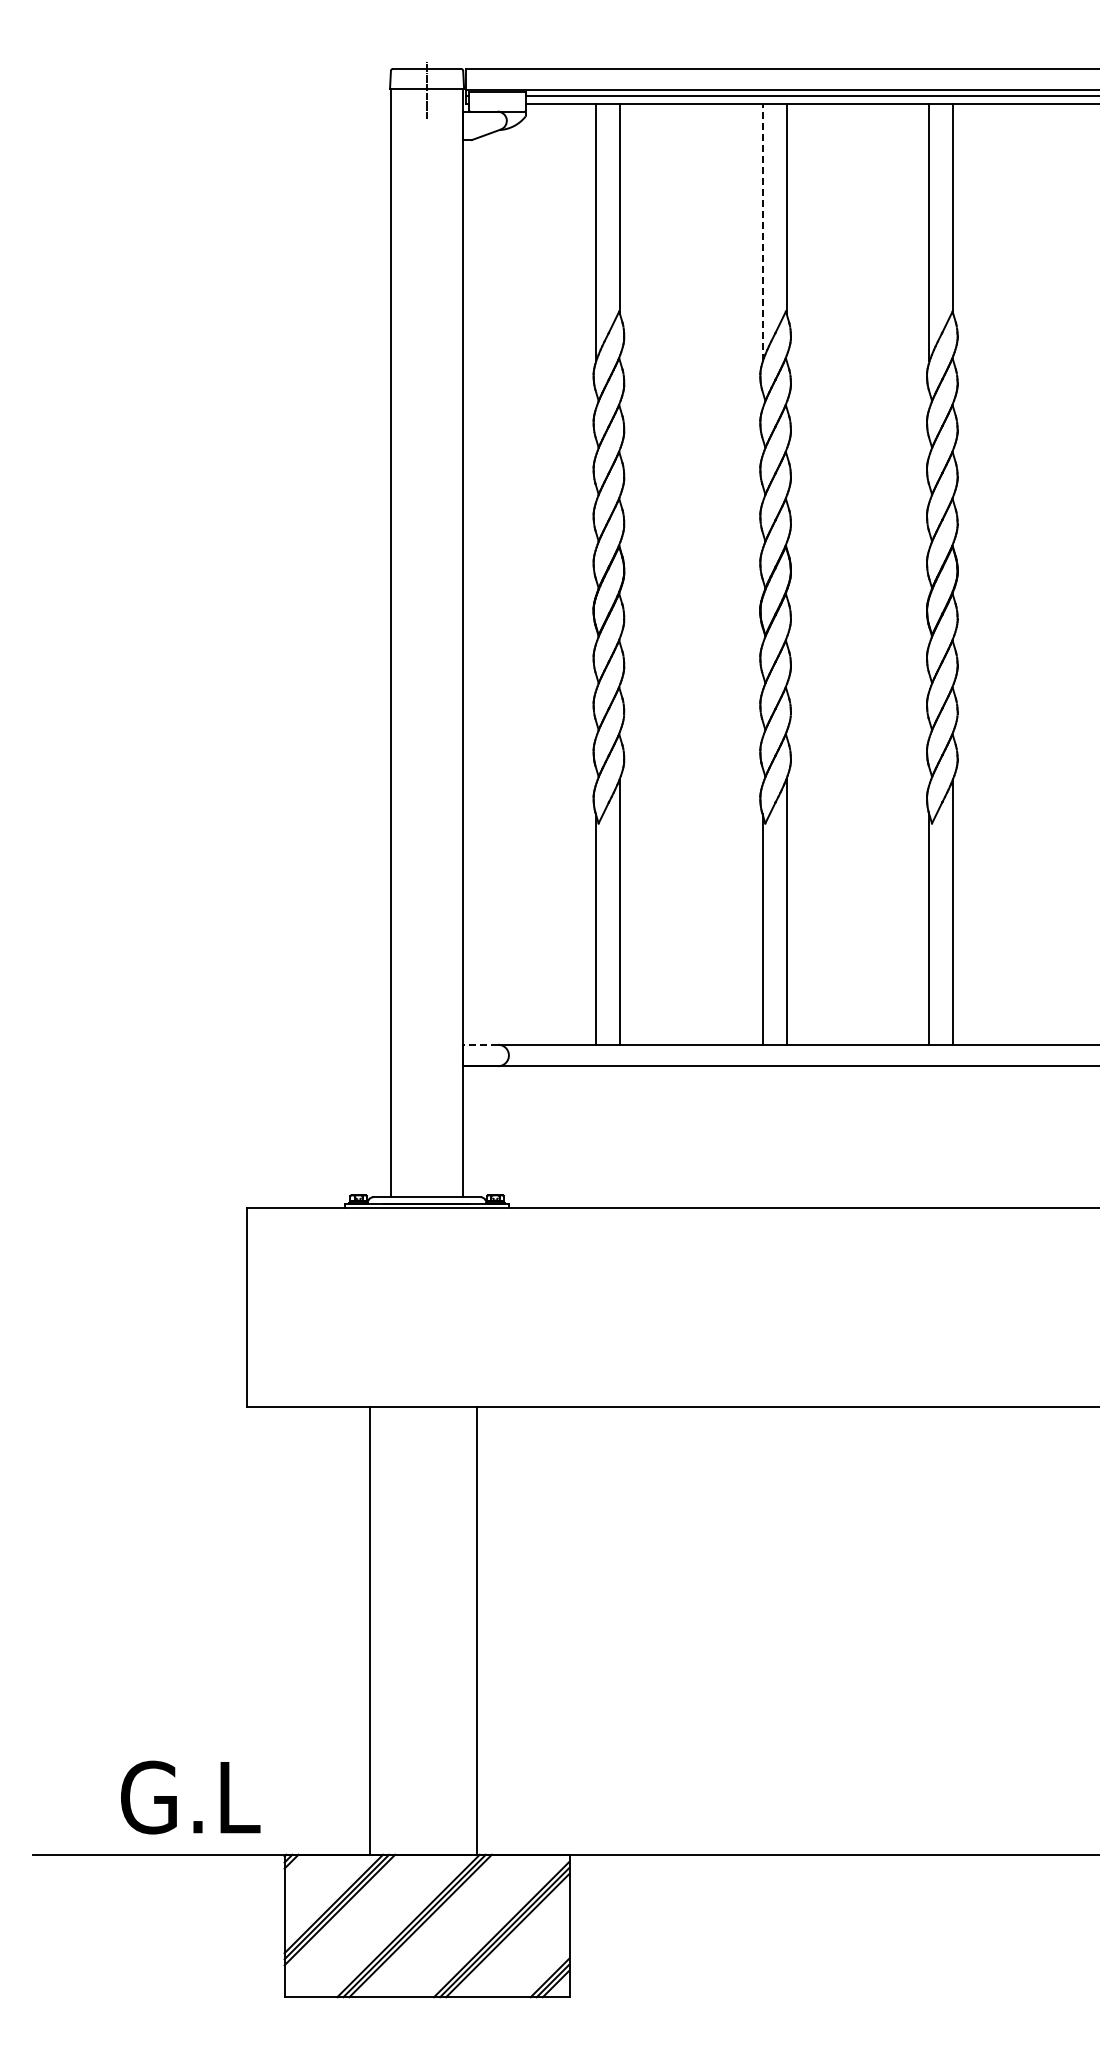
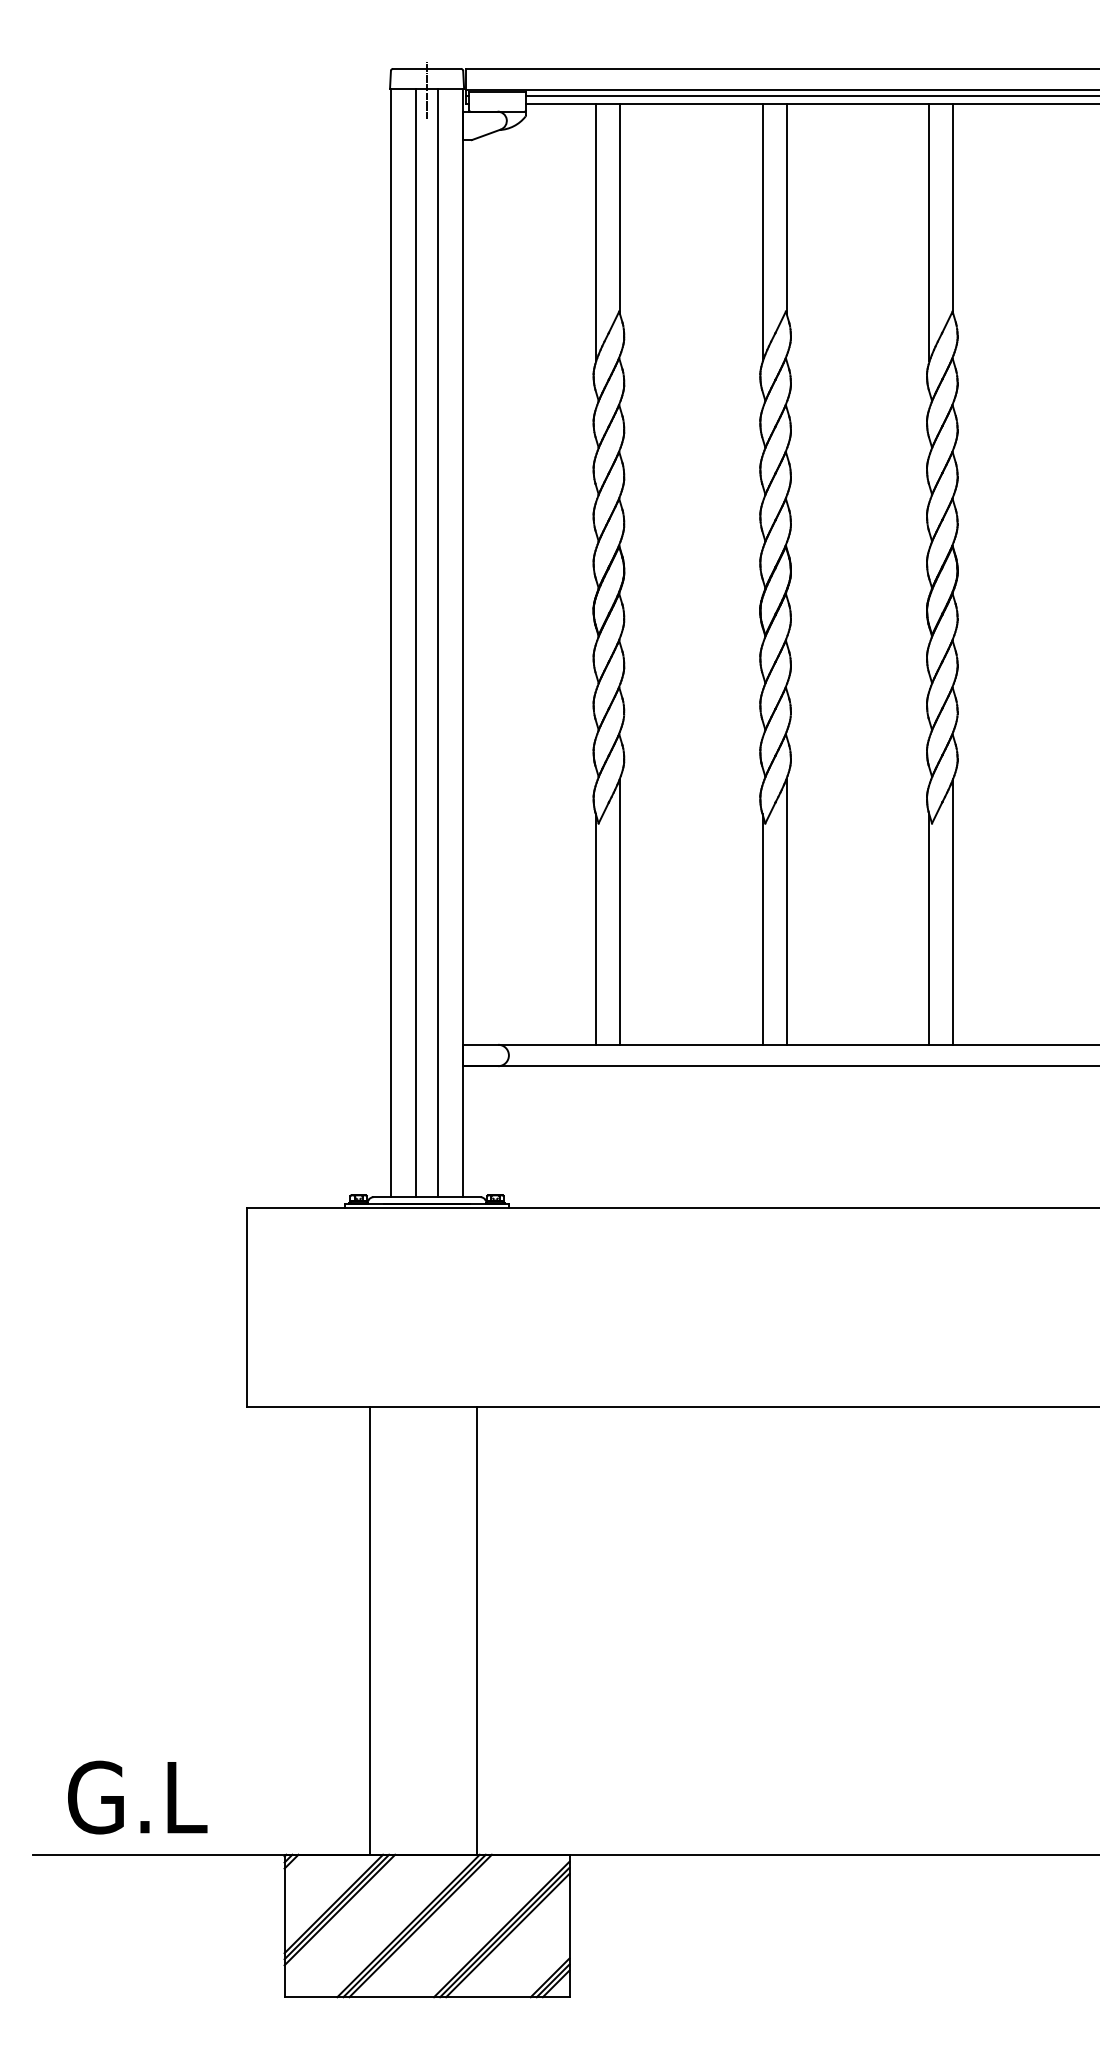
line at (762, 232): dashed -> solid
line at (415, 642): none -> present
line at (438, 642): none -> present
line at (480, 1044): dashed -> solid
text at (190, 1797) position: (190, 1797) -> (137, 1797)
